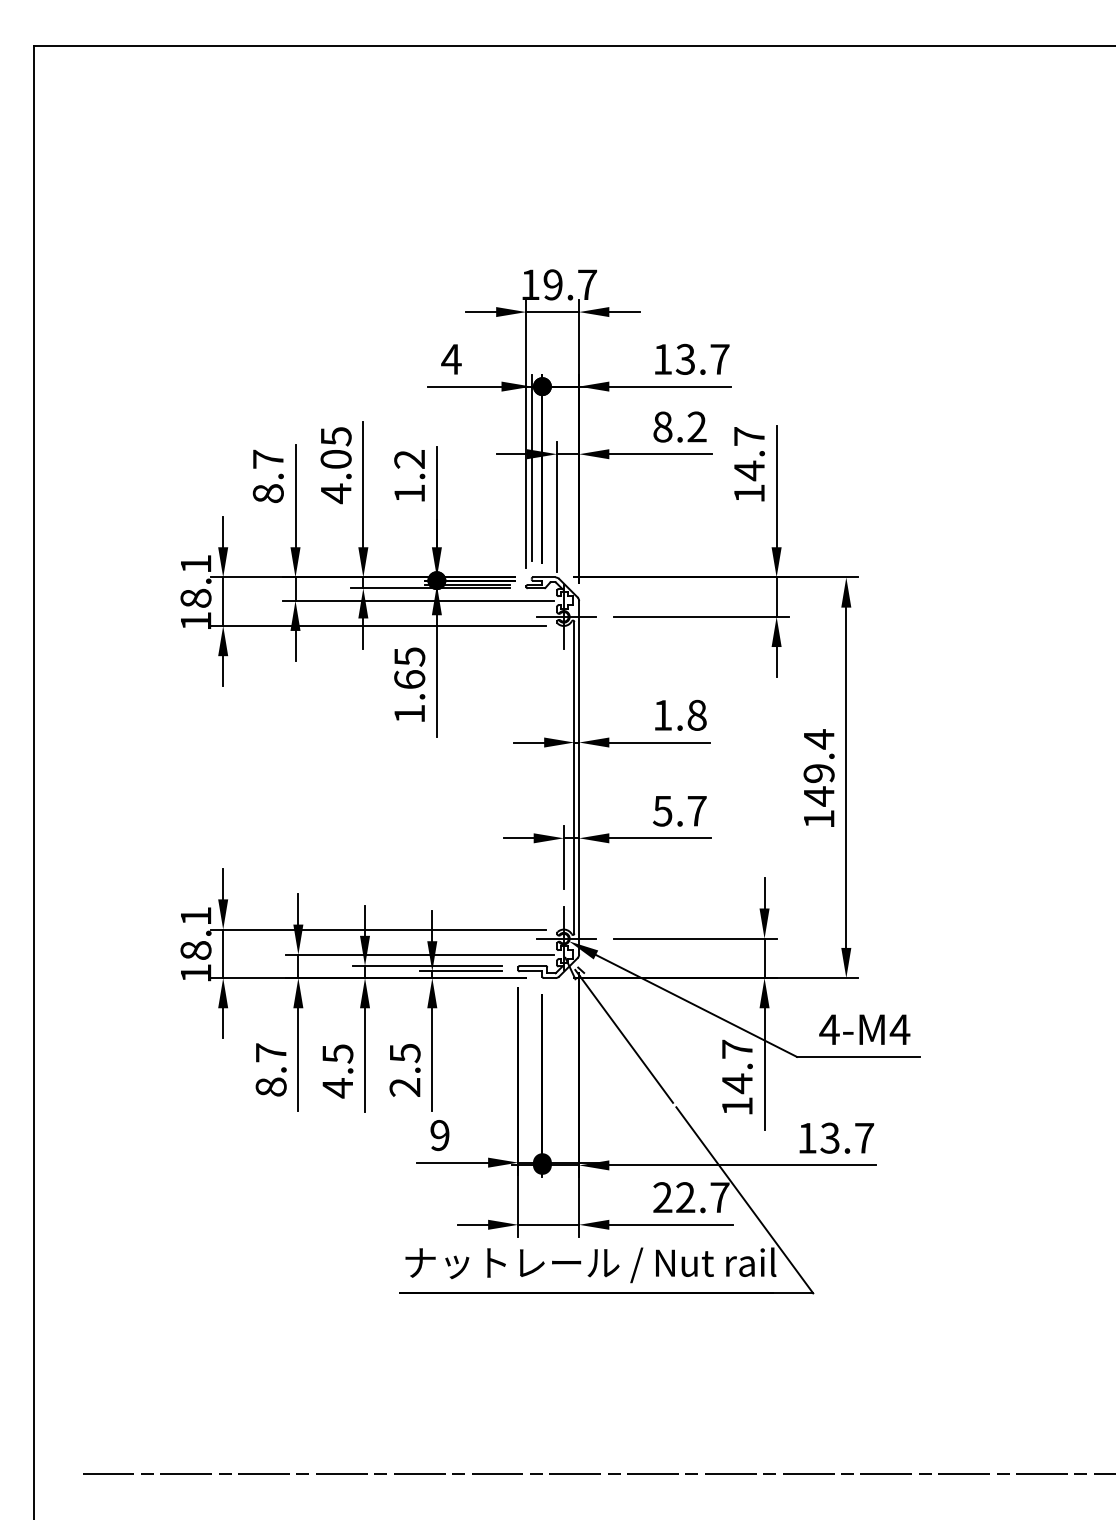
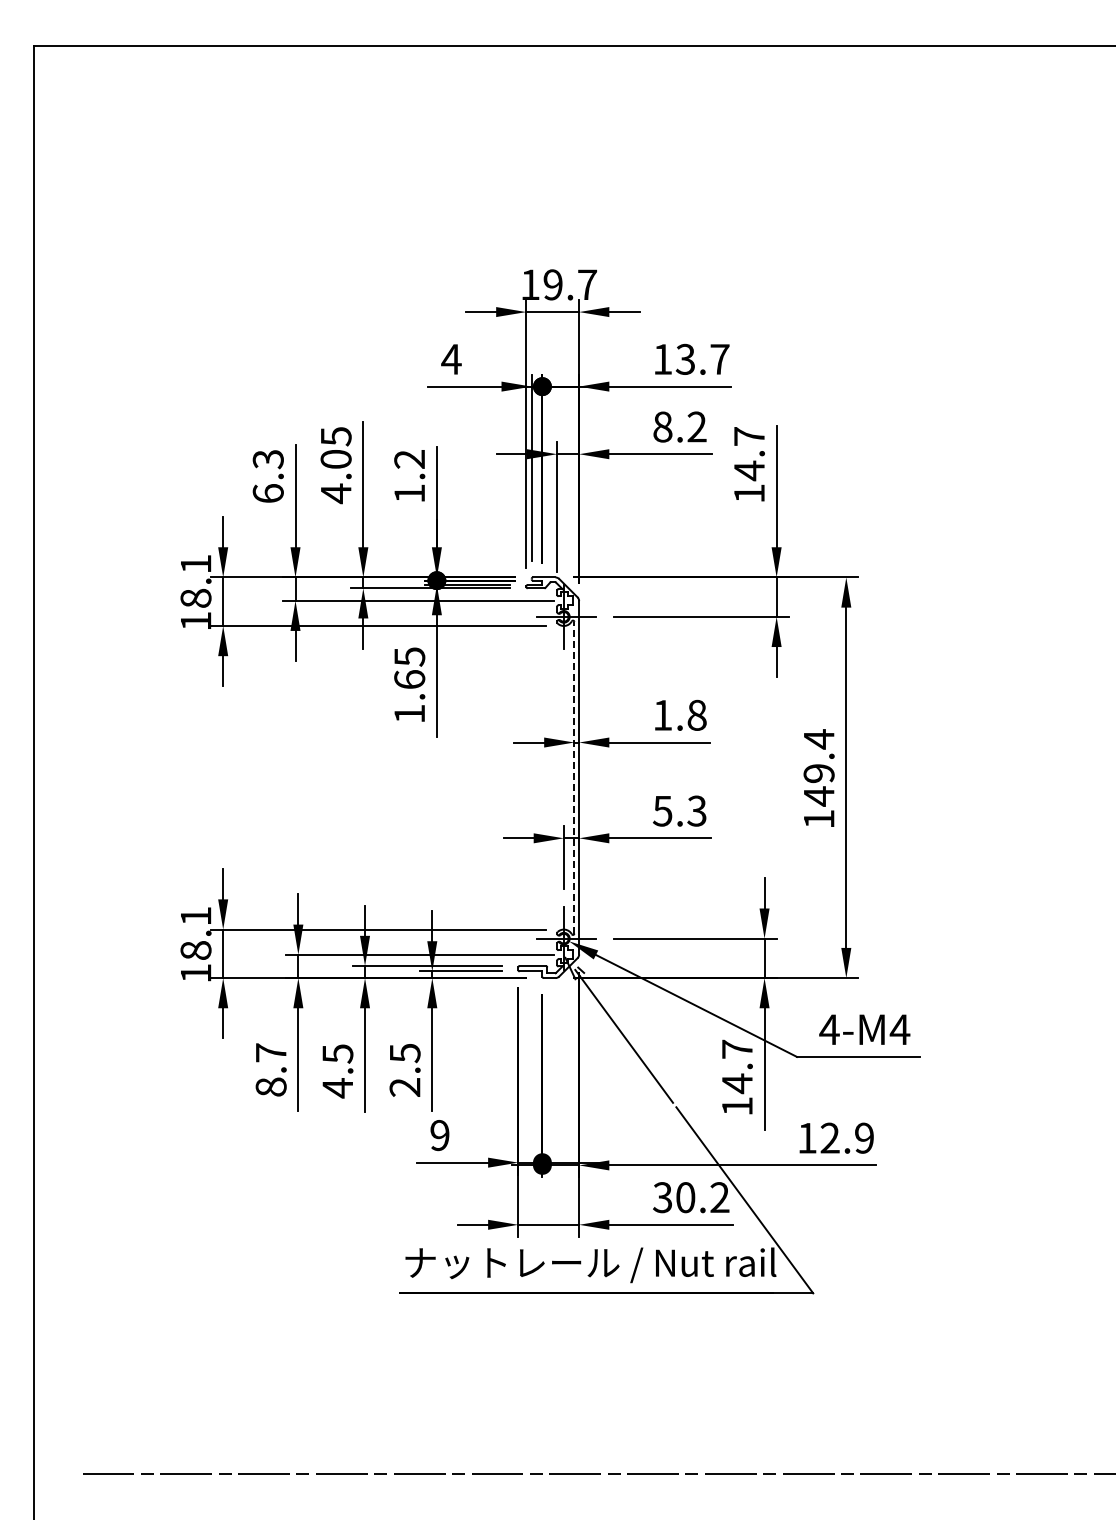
text at (267, 476): 8.7 -> 6.3
line at (574, 777): solid -> dashed
text at (696, 810): 5.7 -> 5.3
text at (847, 1137): 13.7 -> 12.9
text at (691, 1197): 22.7 -> 30.2
